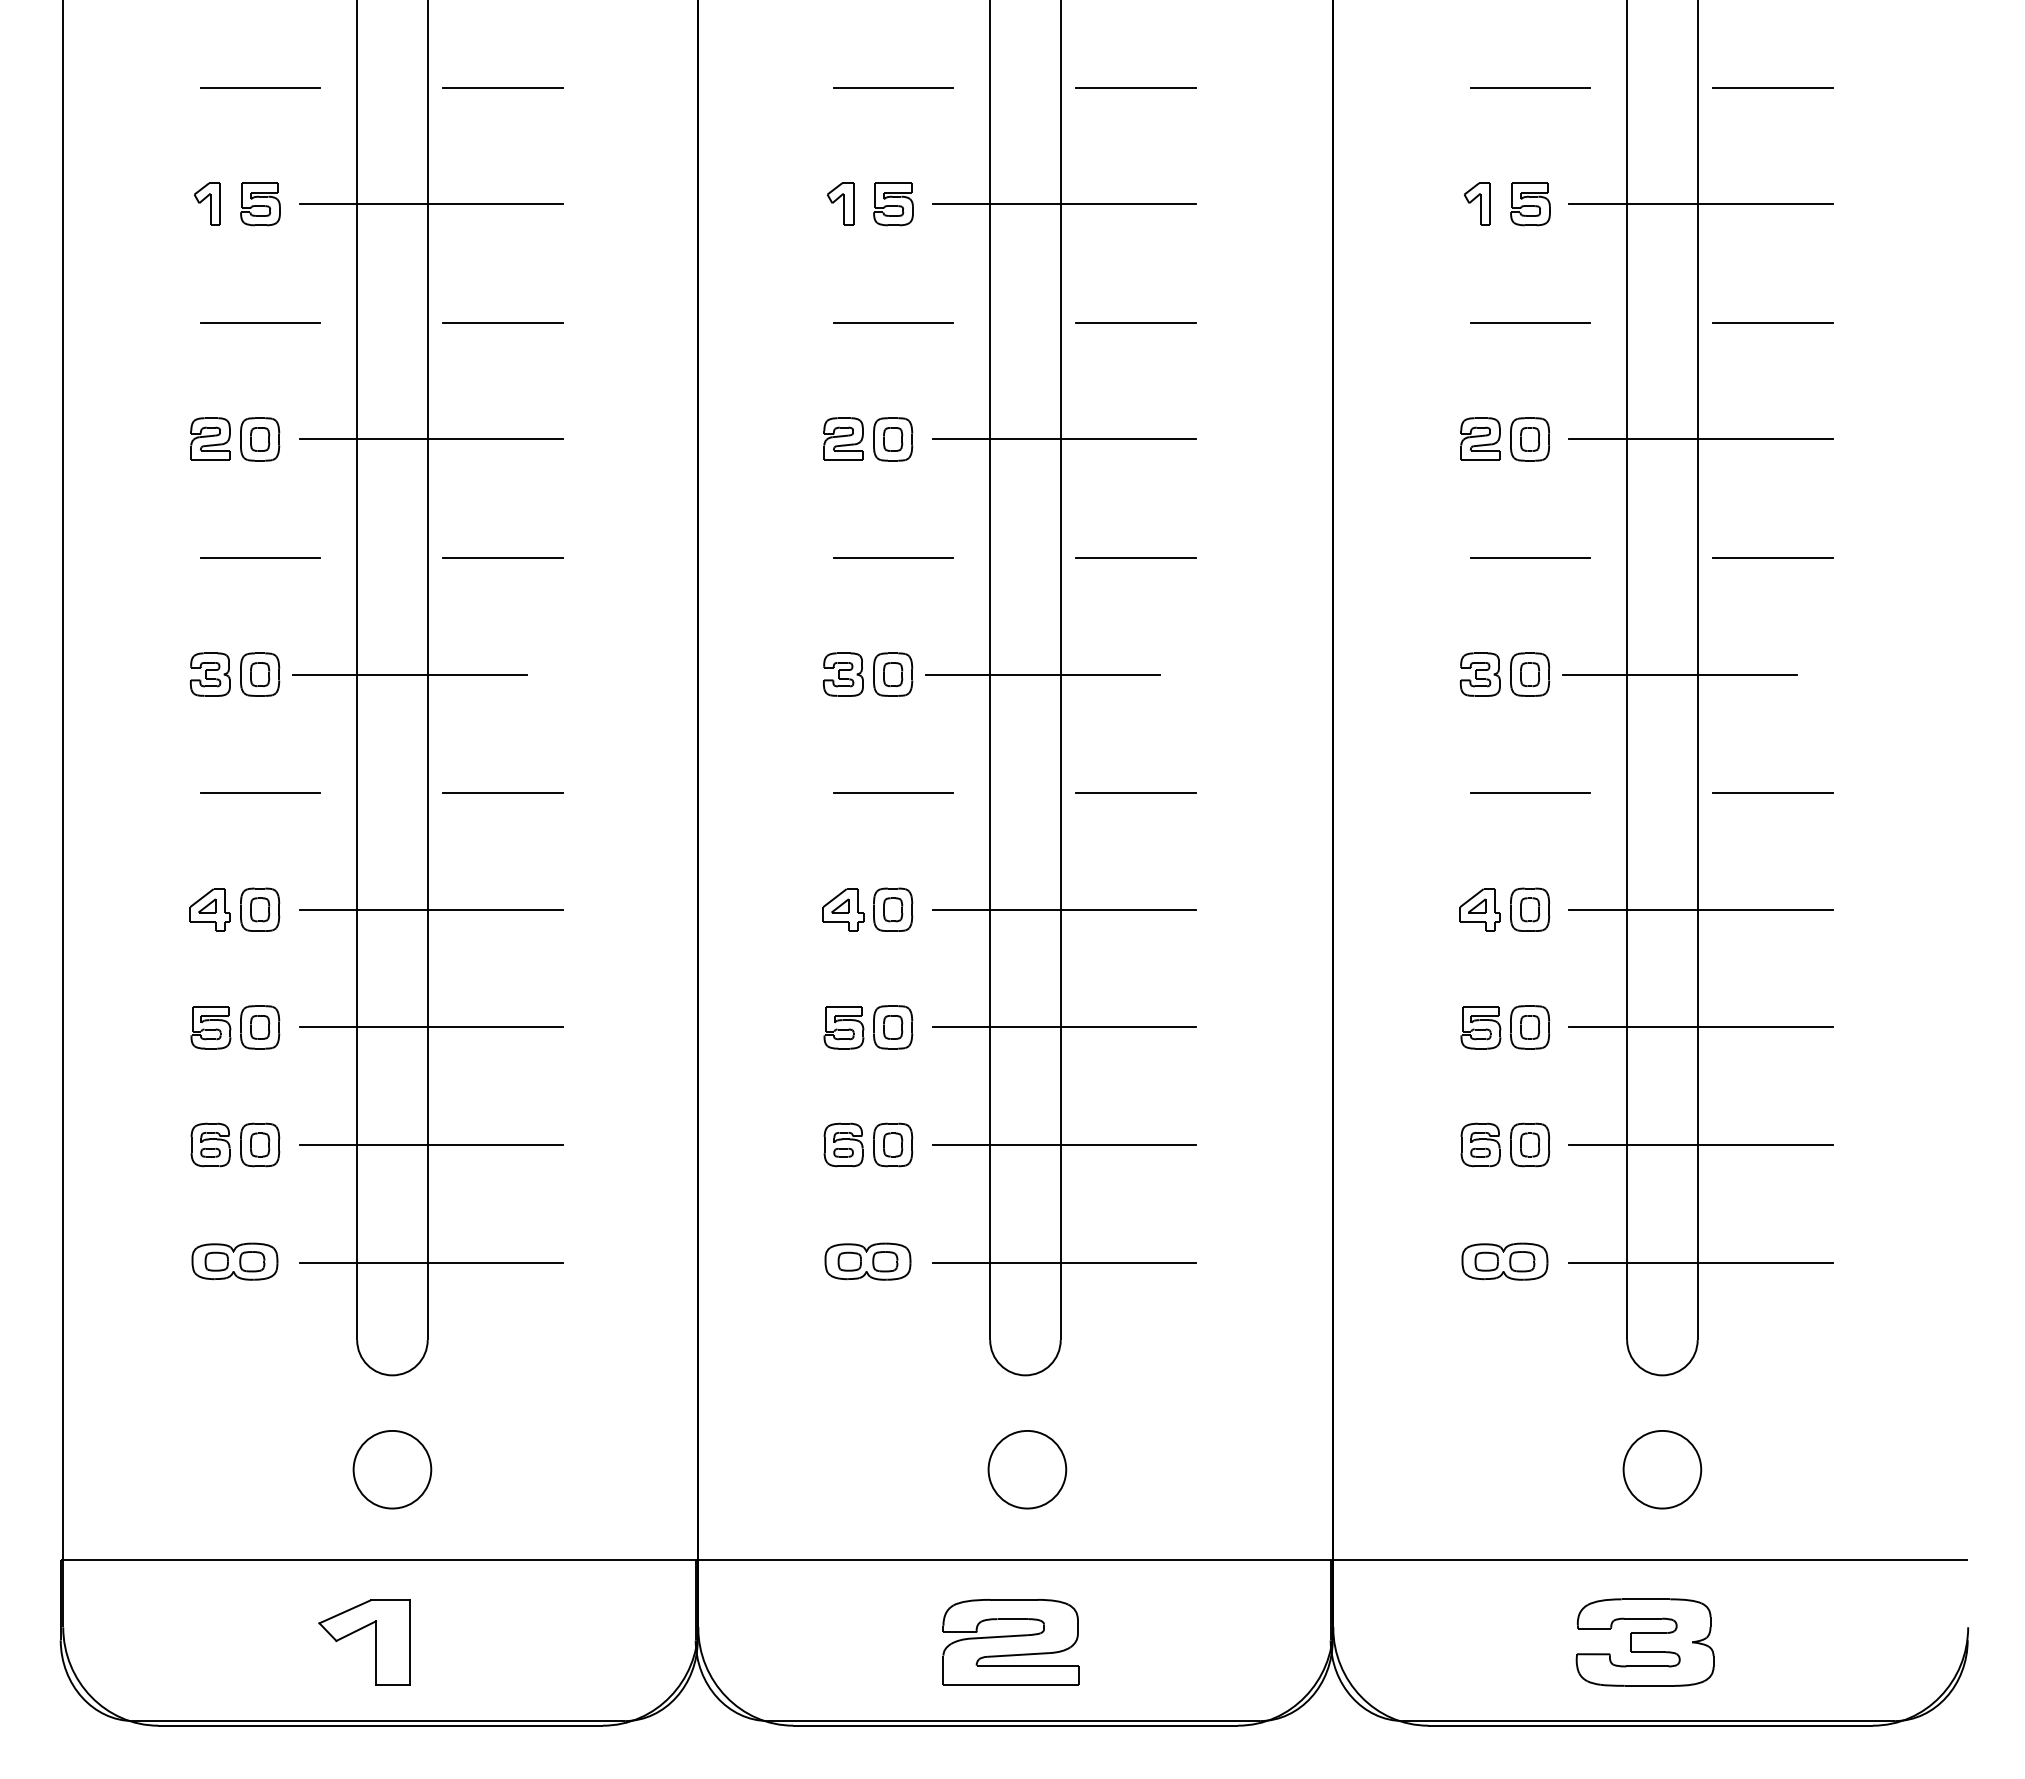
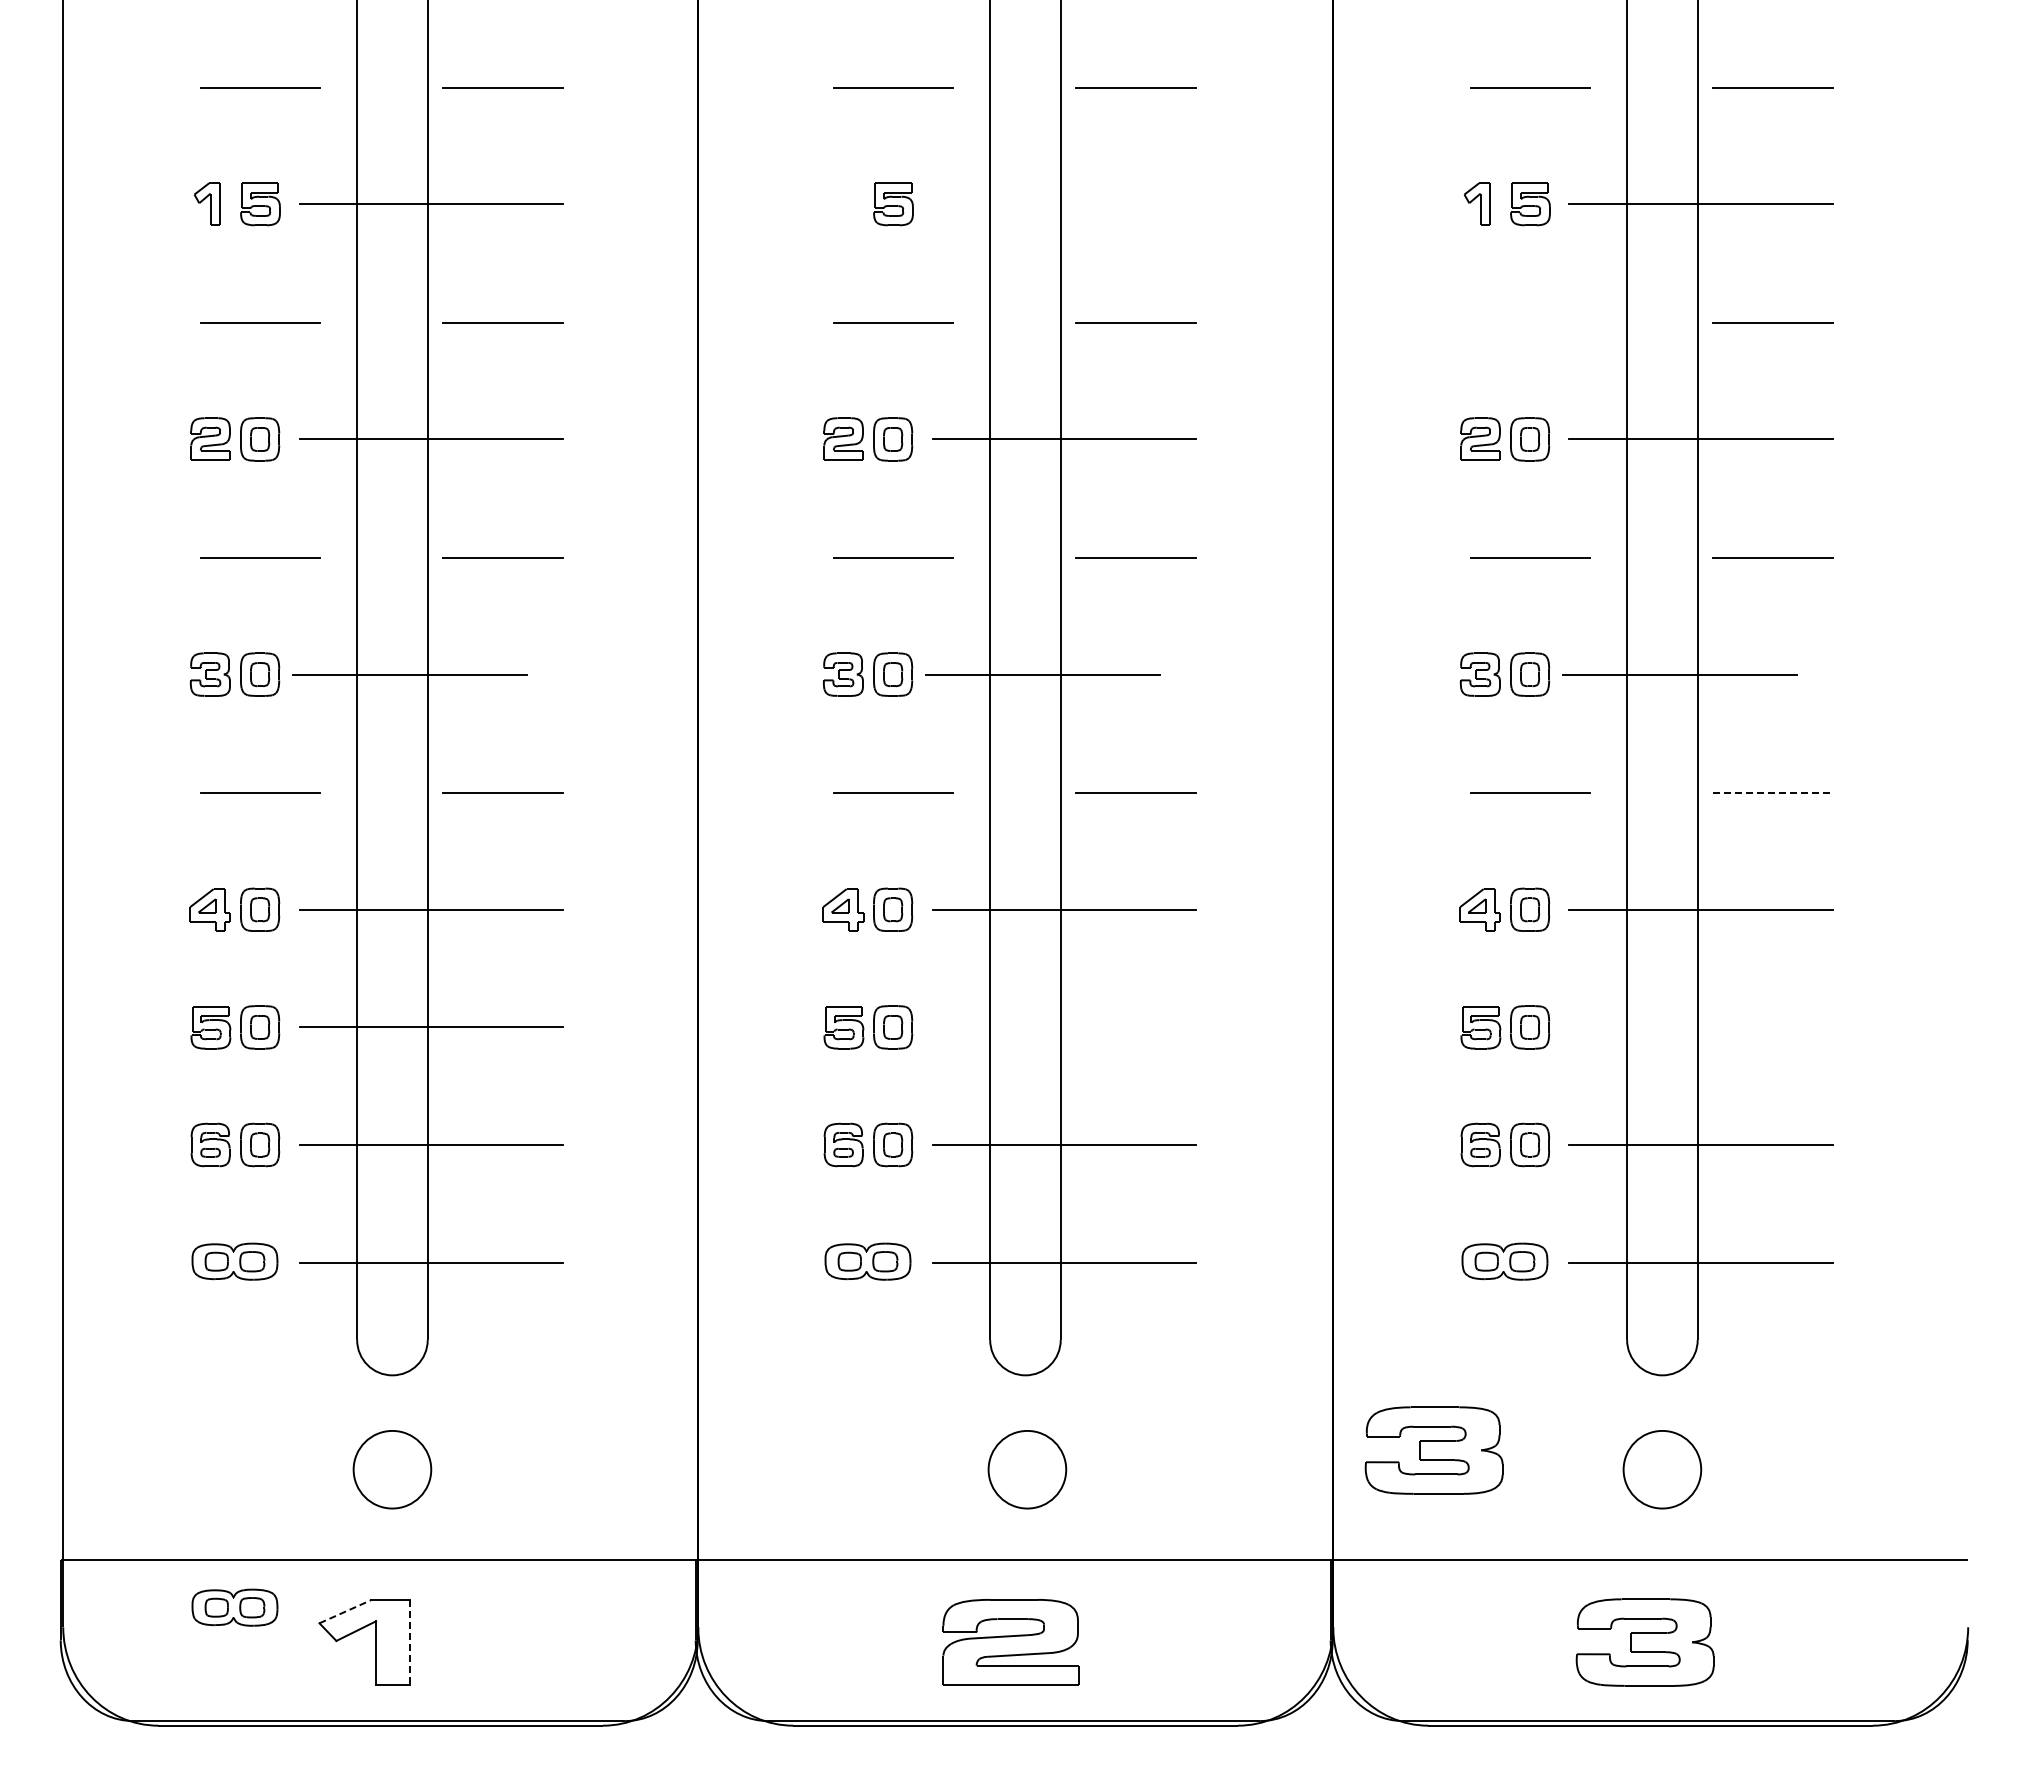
part at (840, 203): present -> none
line at (1063, 204): present -> none
line at (1530, 322): present -> none
line at (1773, 793): solid -> dashed
line at (1063, 1027): present -> none
line at (1700, 1027): present -> none
part at (1433, 1450): none -> present
part at (234, 1607): none -> present
line at (345, 1611): solid -> dashed
line at (410, 1643): solid -> dashed
